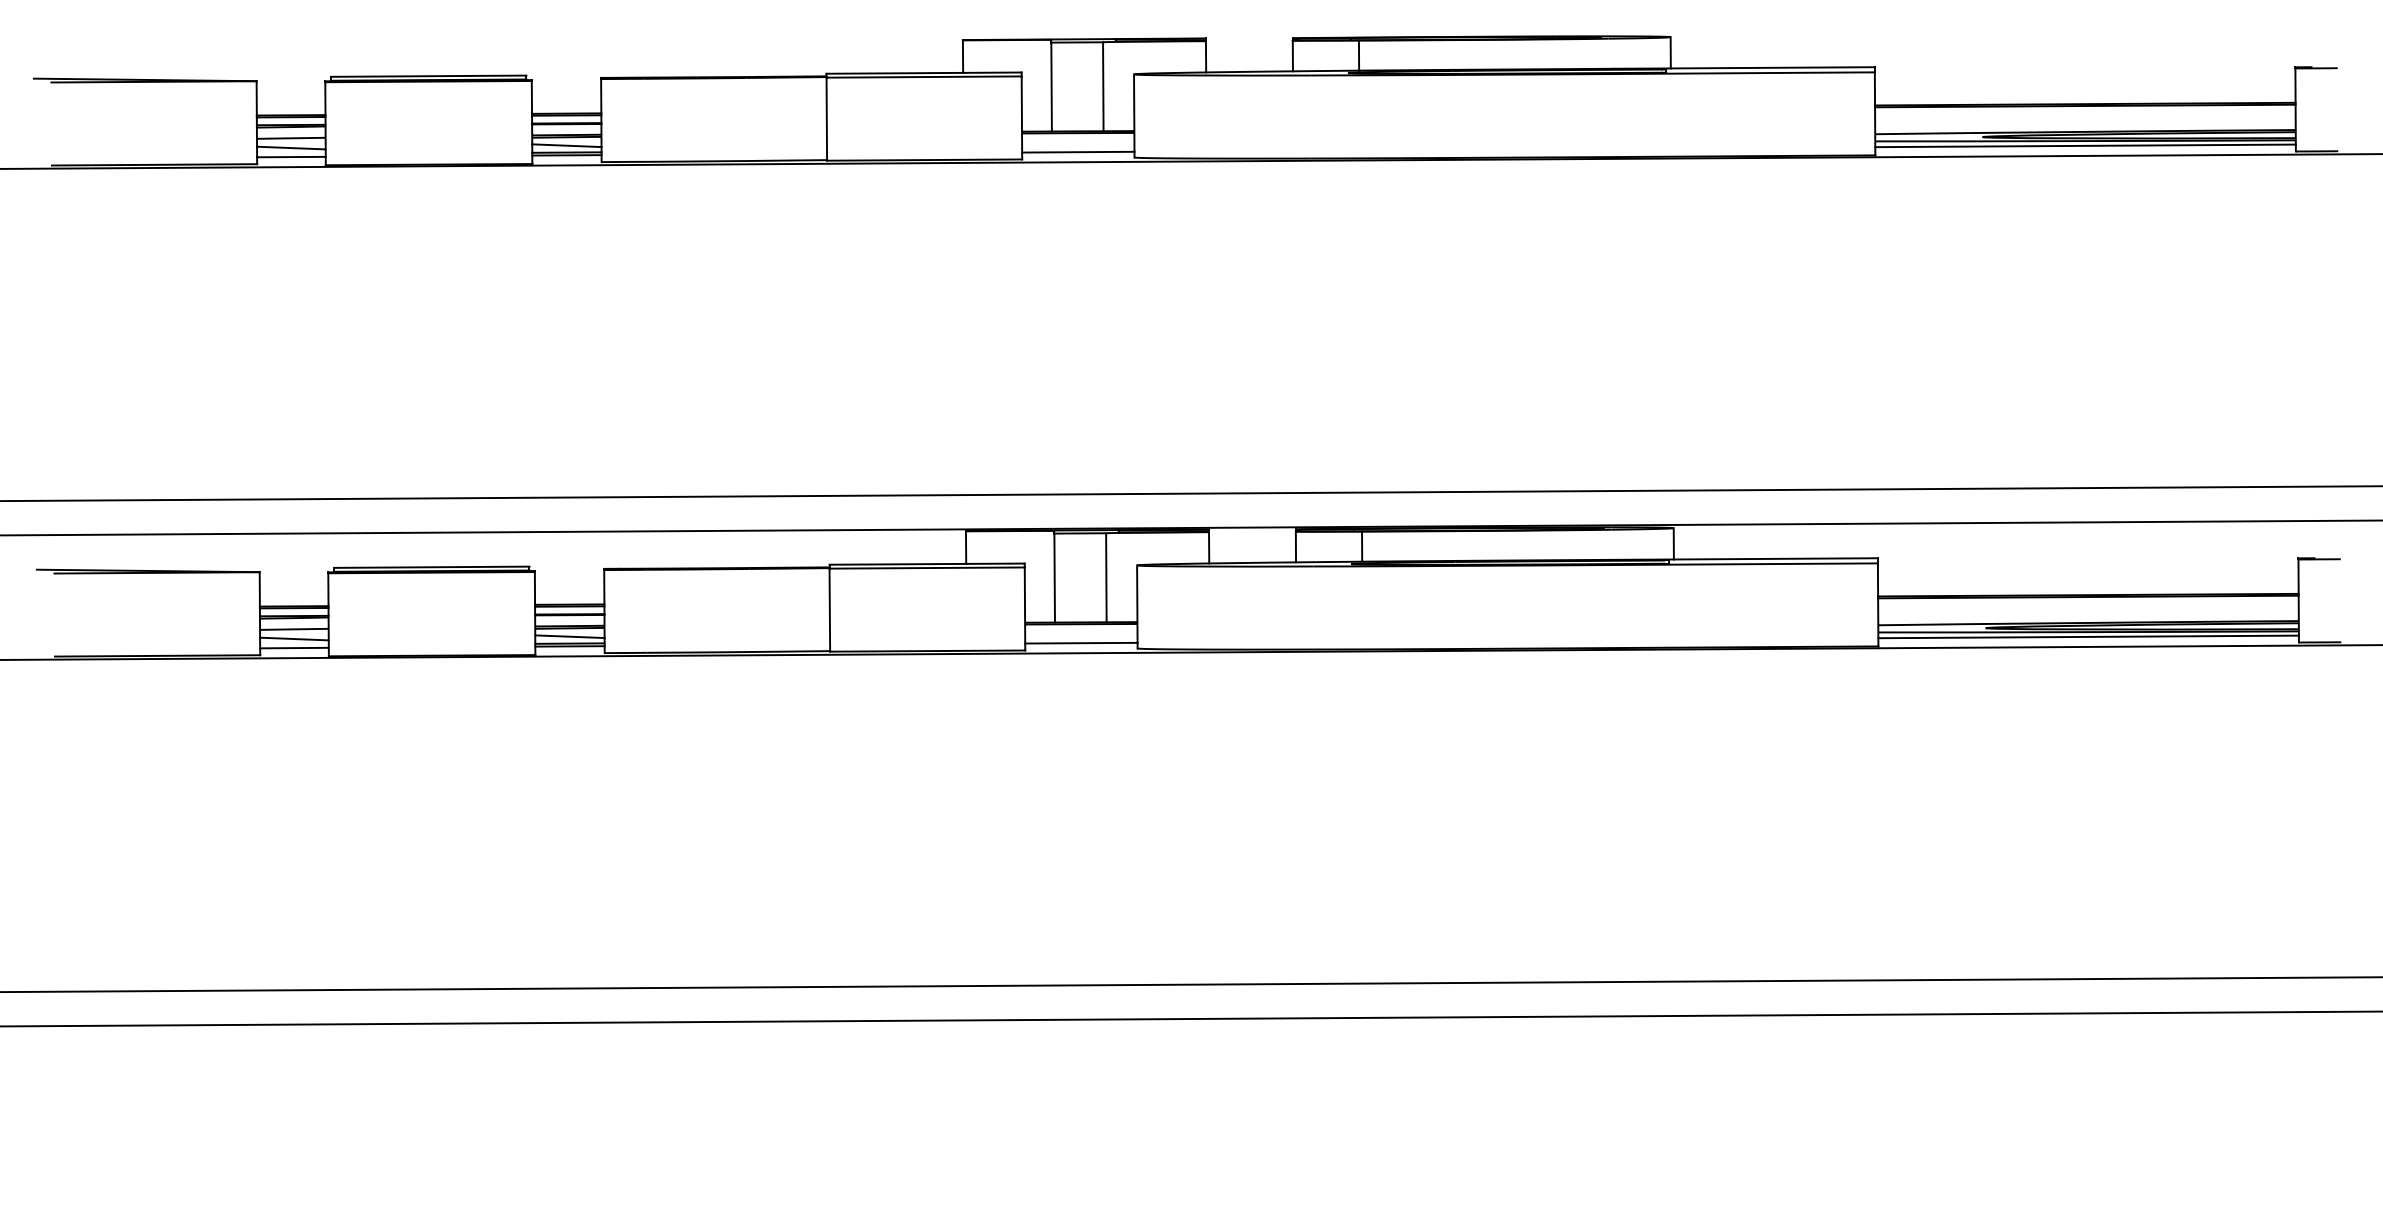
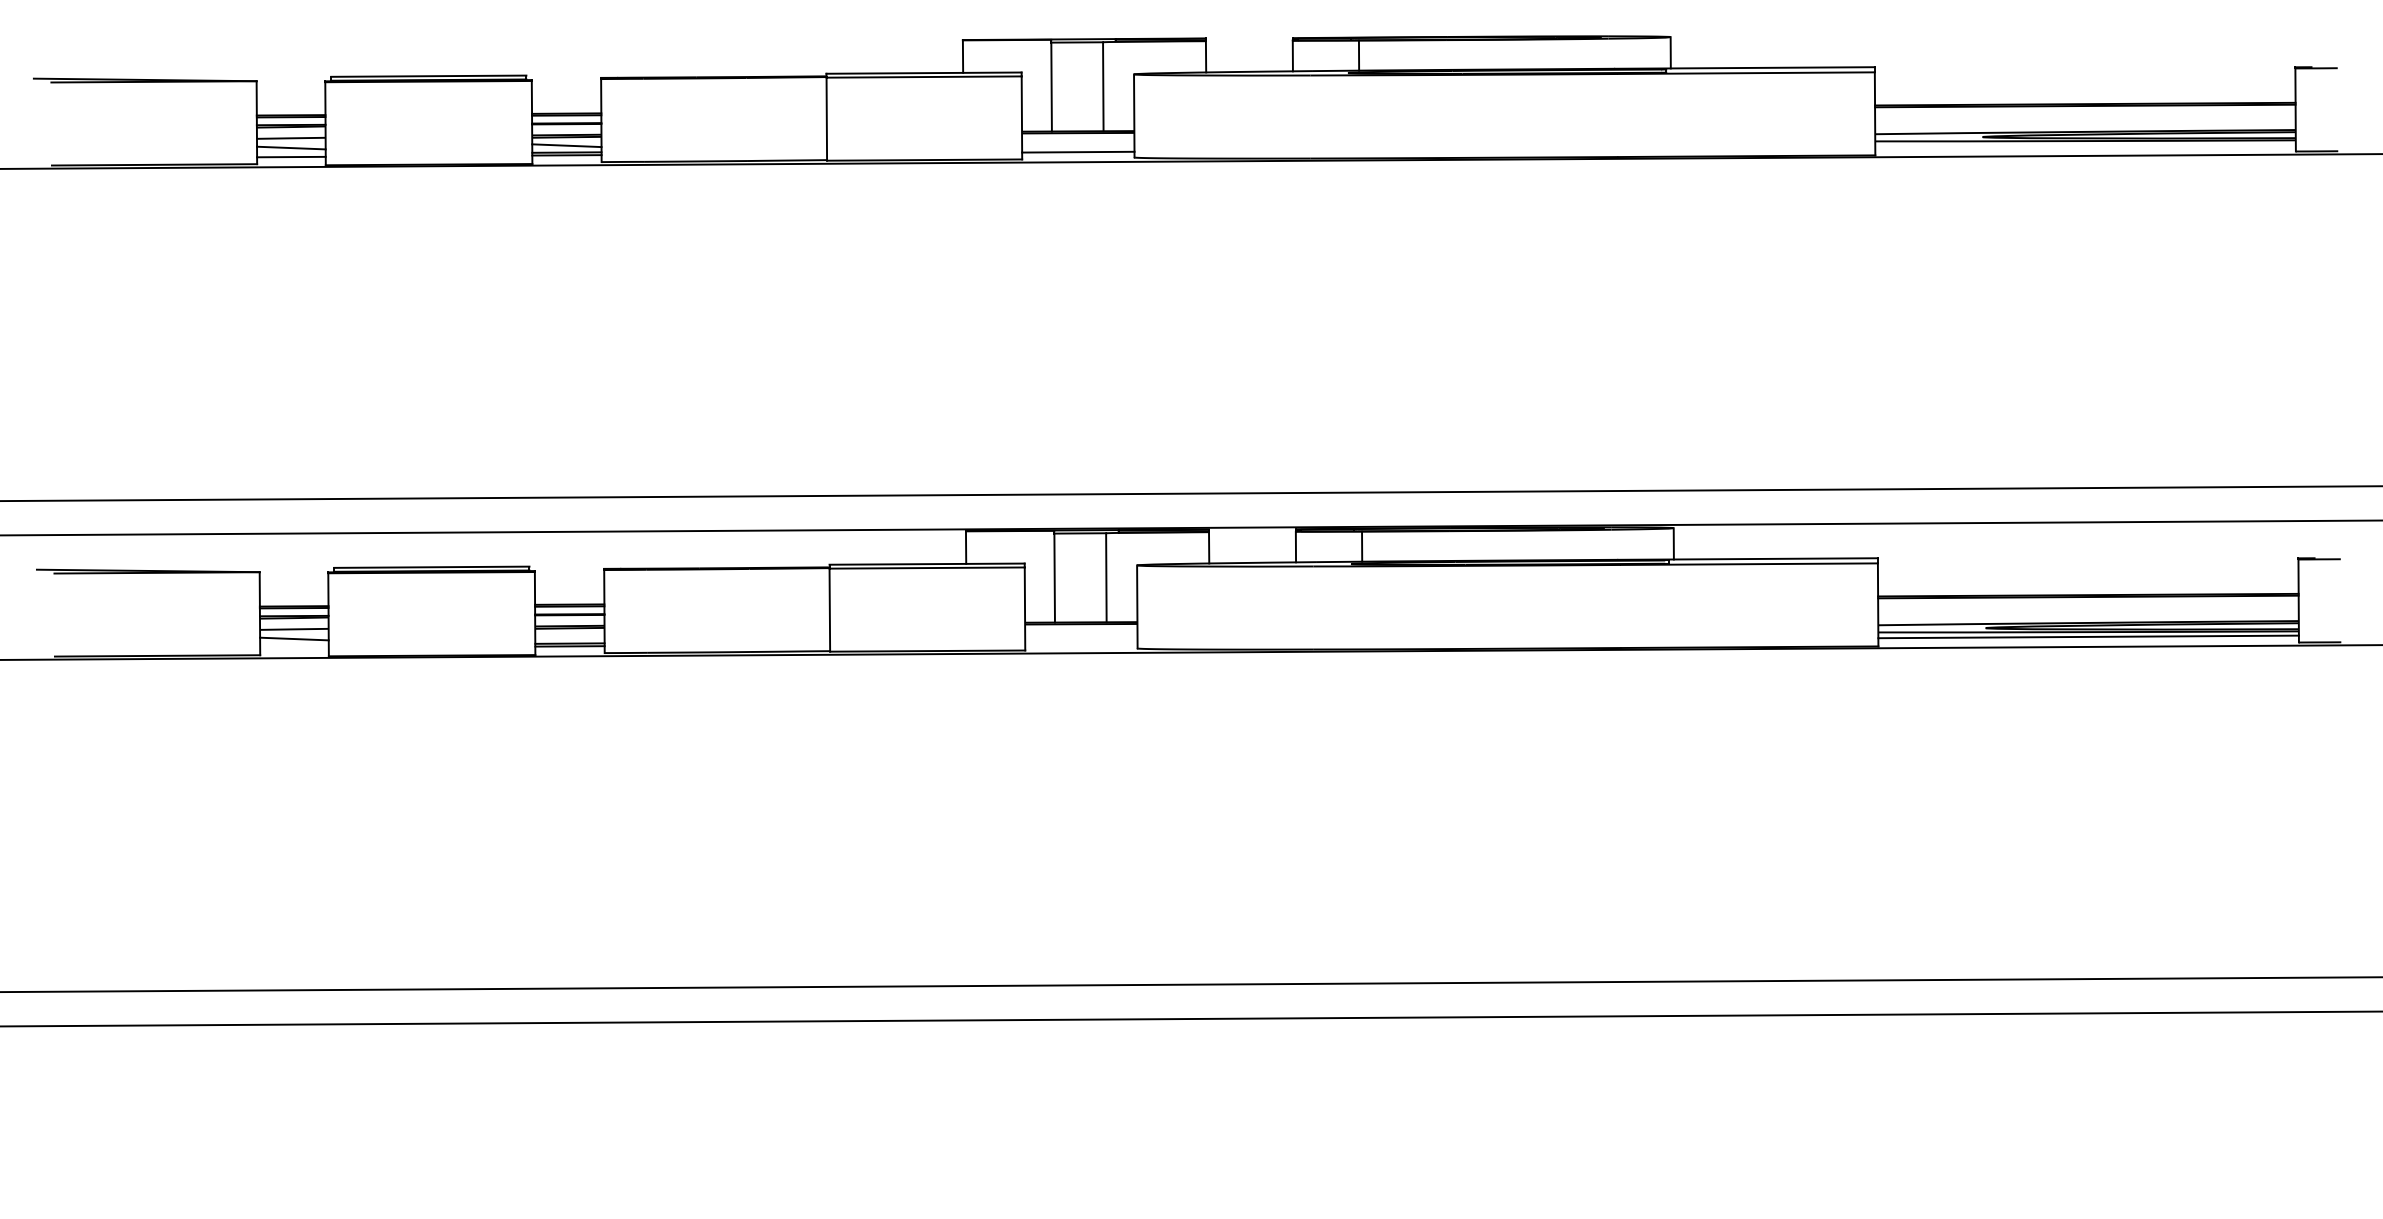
line at (2085, 145): present -> none
line at (569, 636): present -> none
line at (1081, 642): present -> none
line at (294, 647): present -> none
